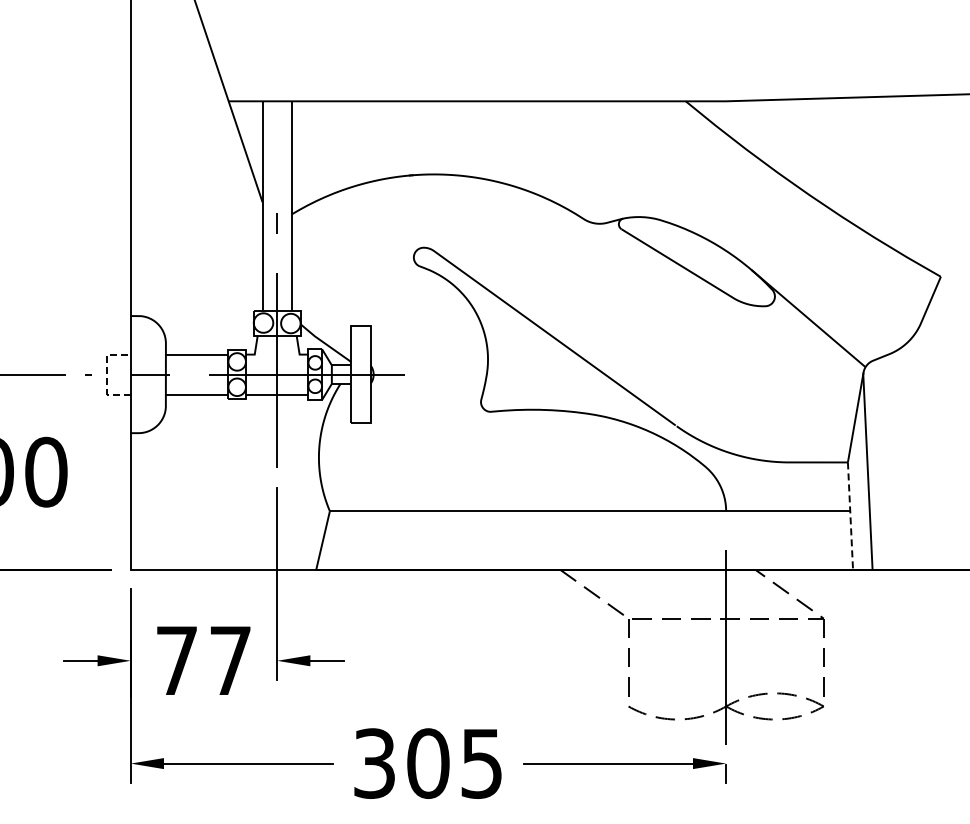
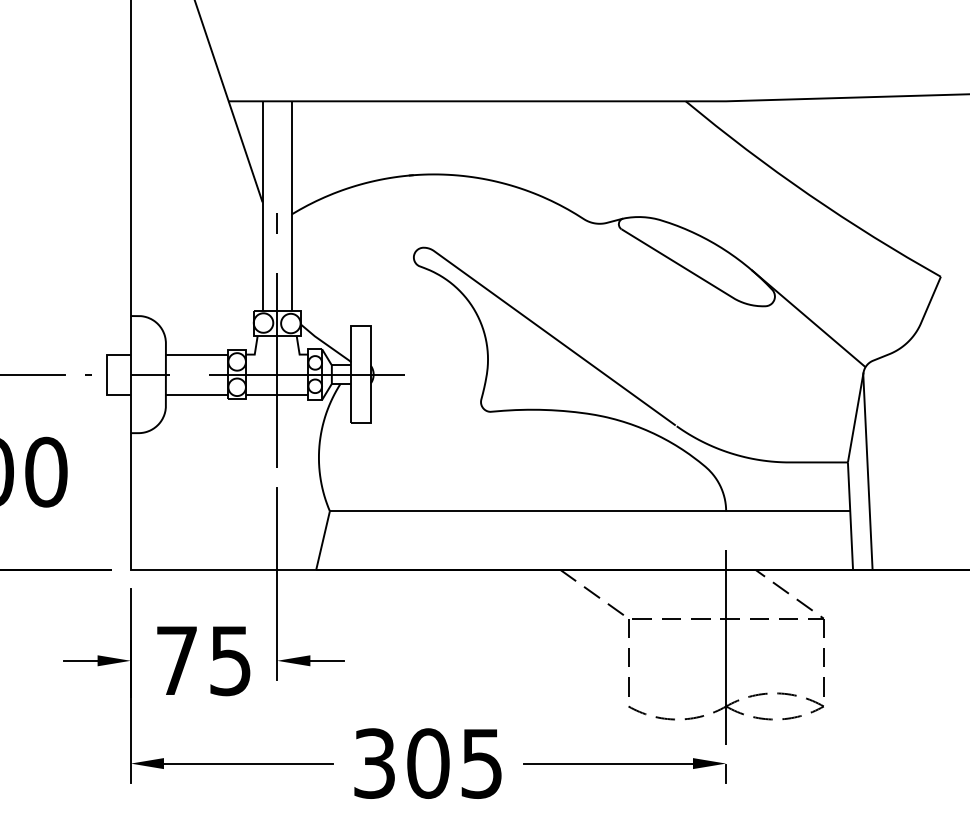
line at (107, 374): dashed -> solid
line at (850, 516): dashed -> solid
text at (230, 661): 77 -> 75
